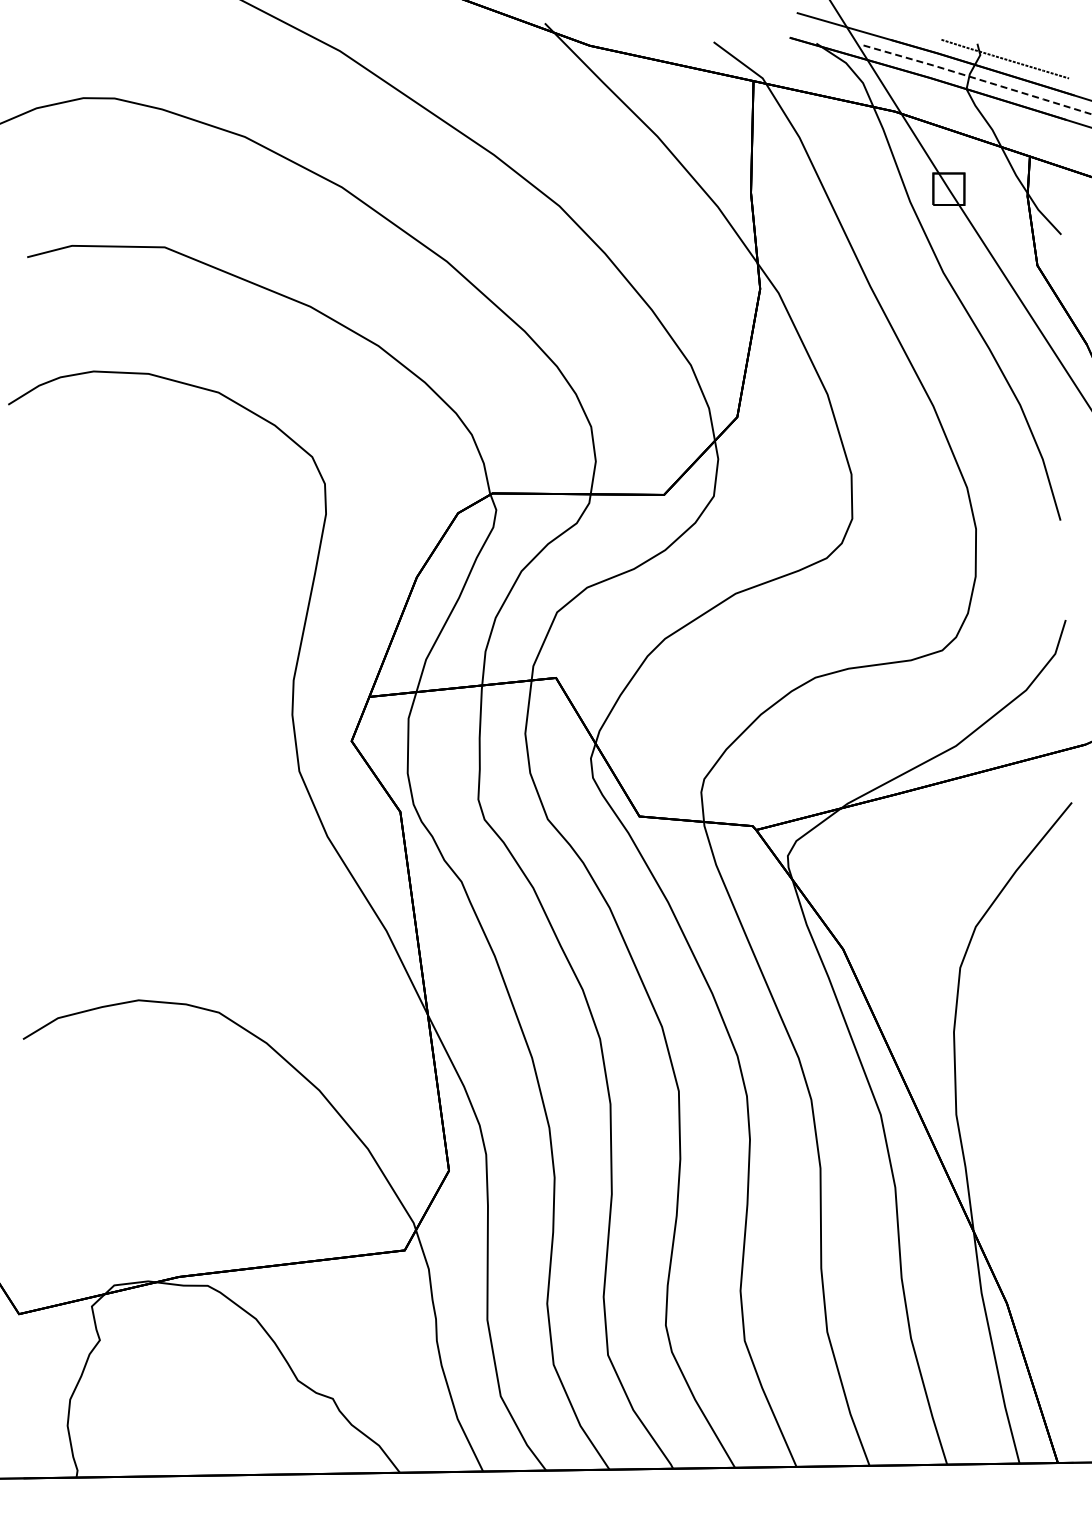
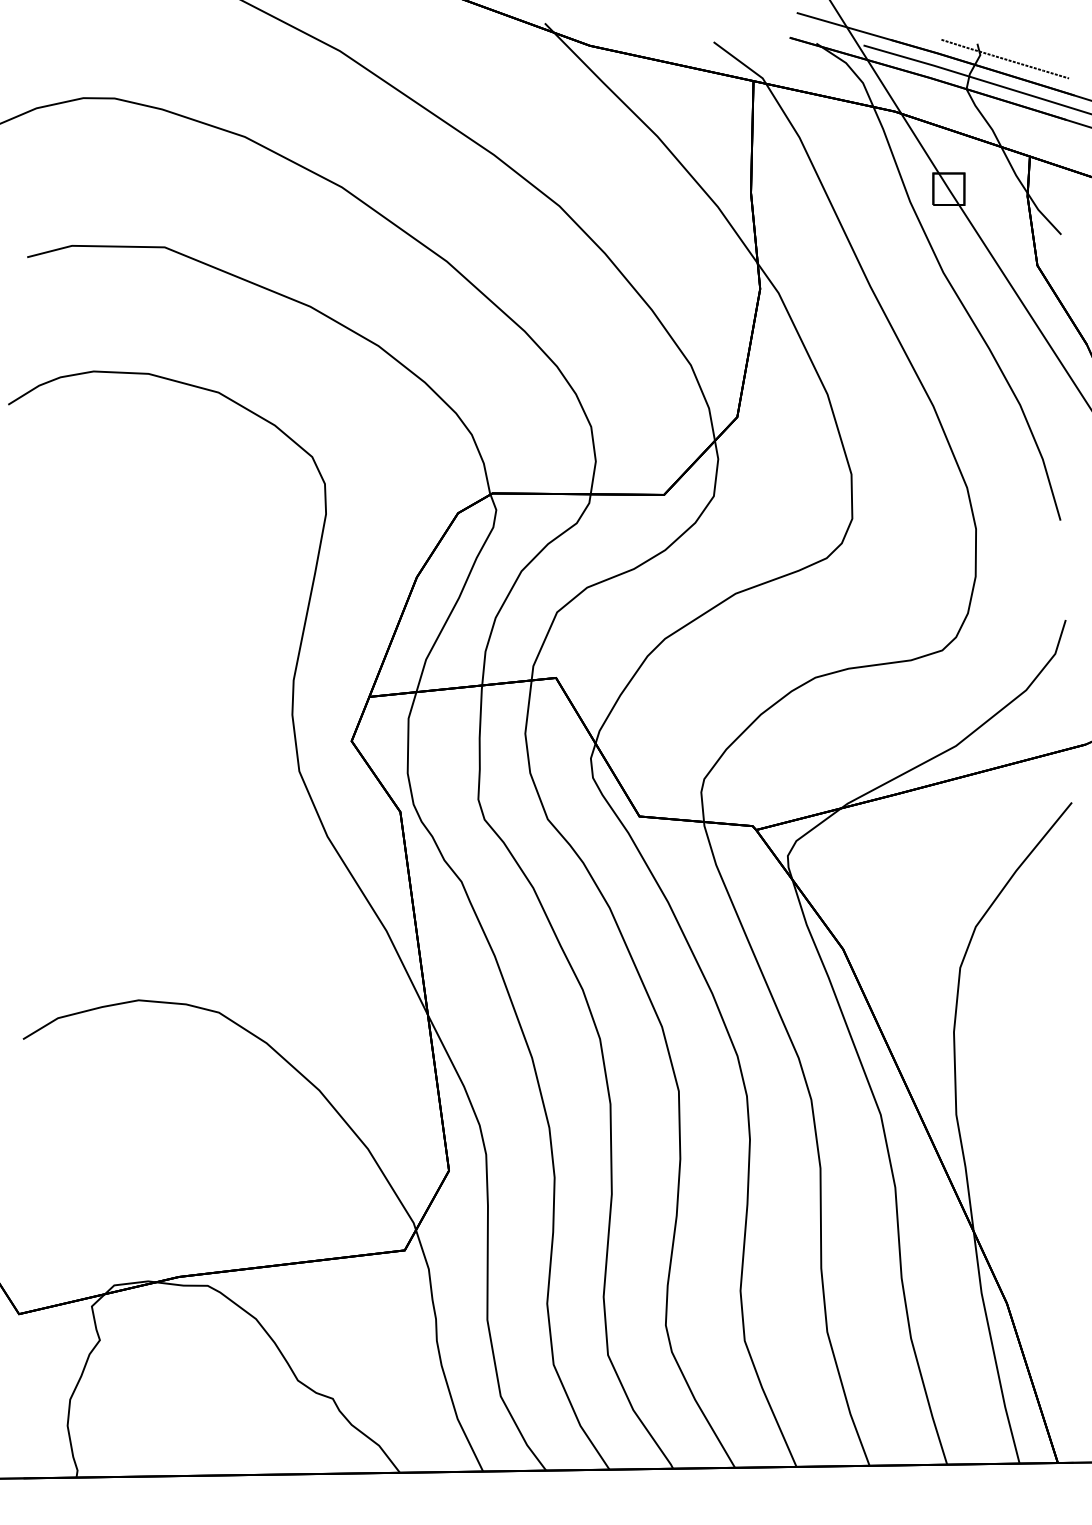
line at (977, 79): dashed -> solid
